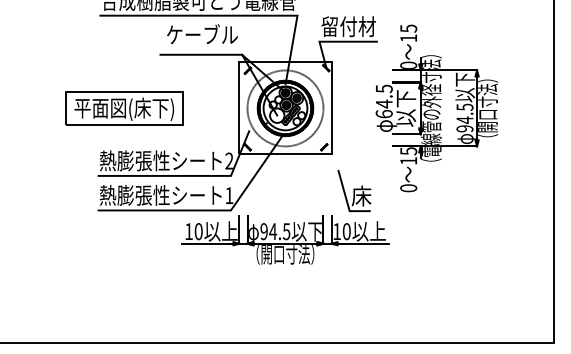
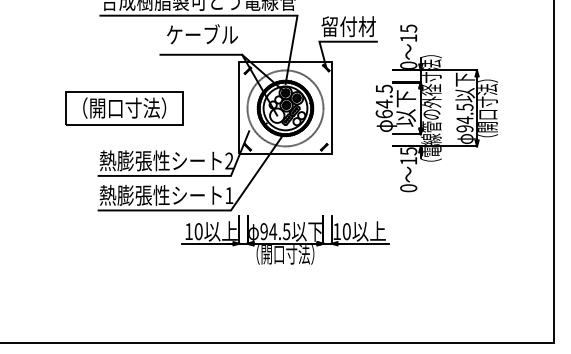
text at (124, 108): 平面図(床下) -> （開口寸法）
part at (354, 190): present -> none
